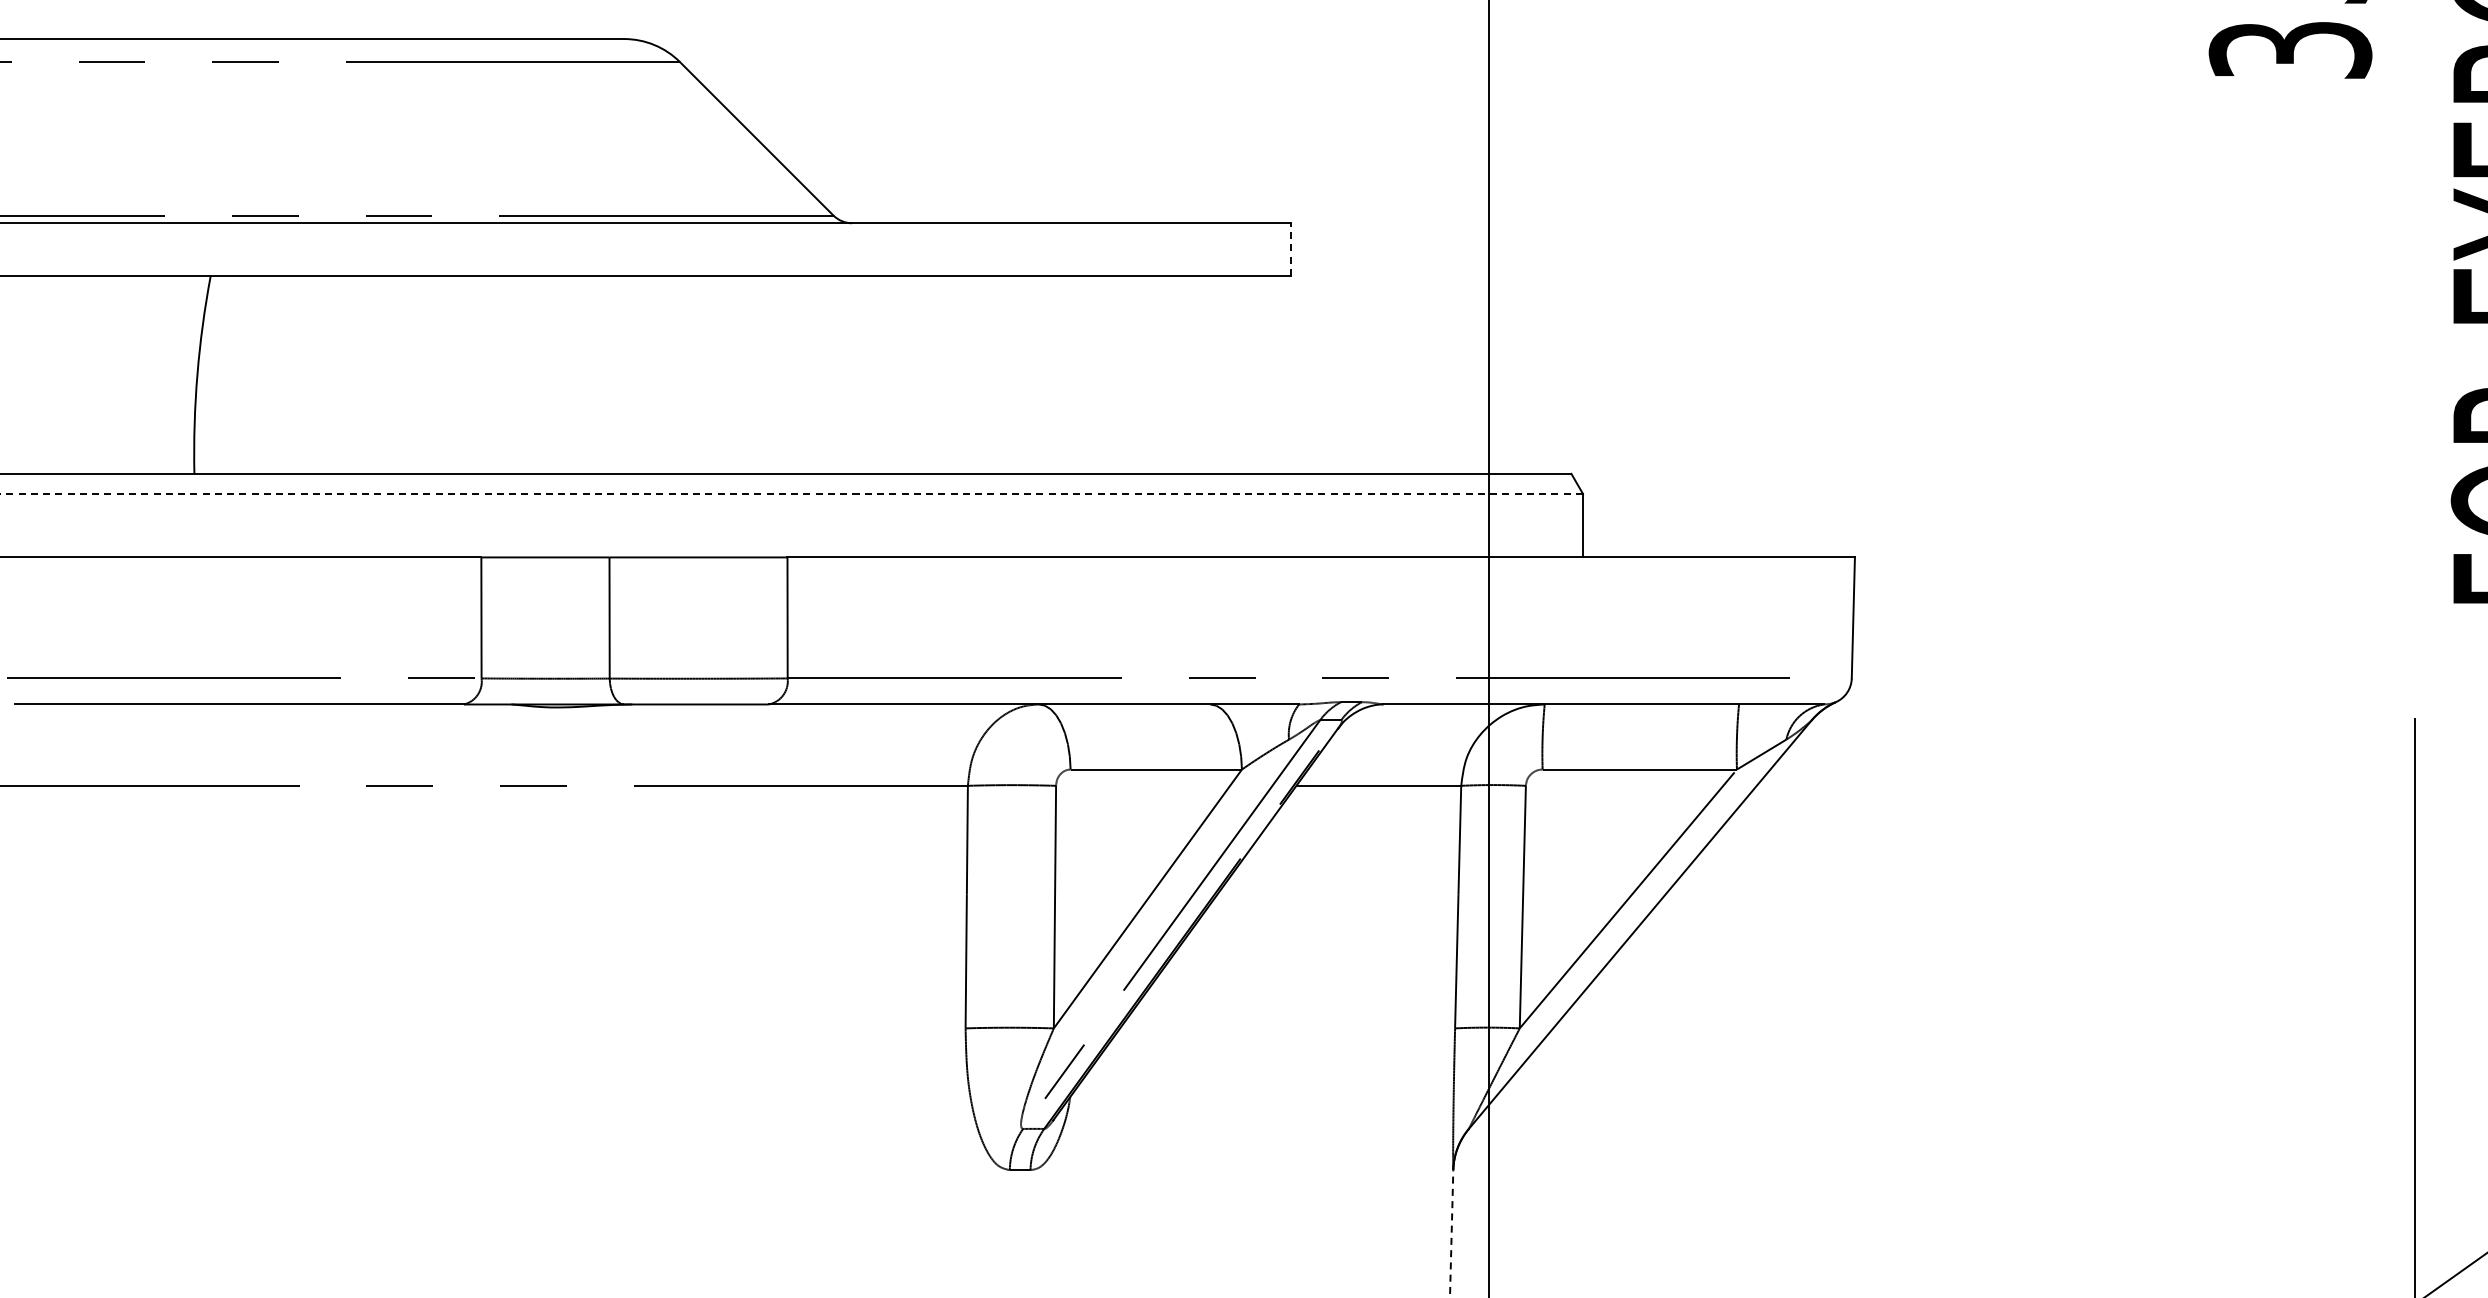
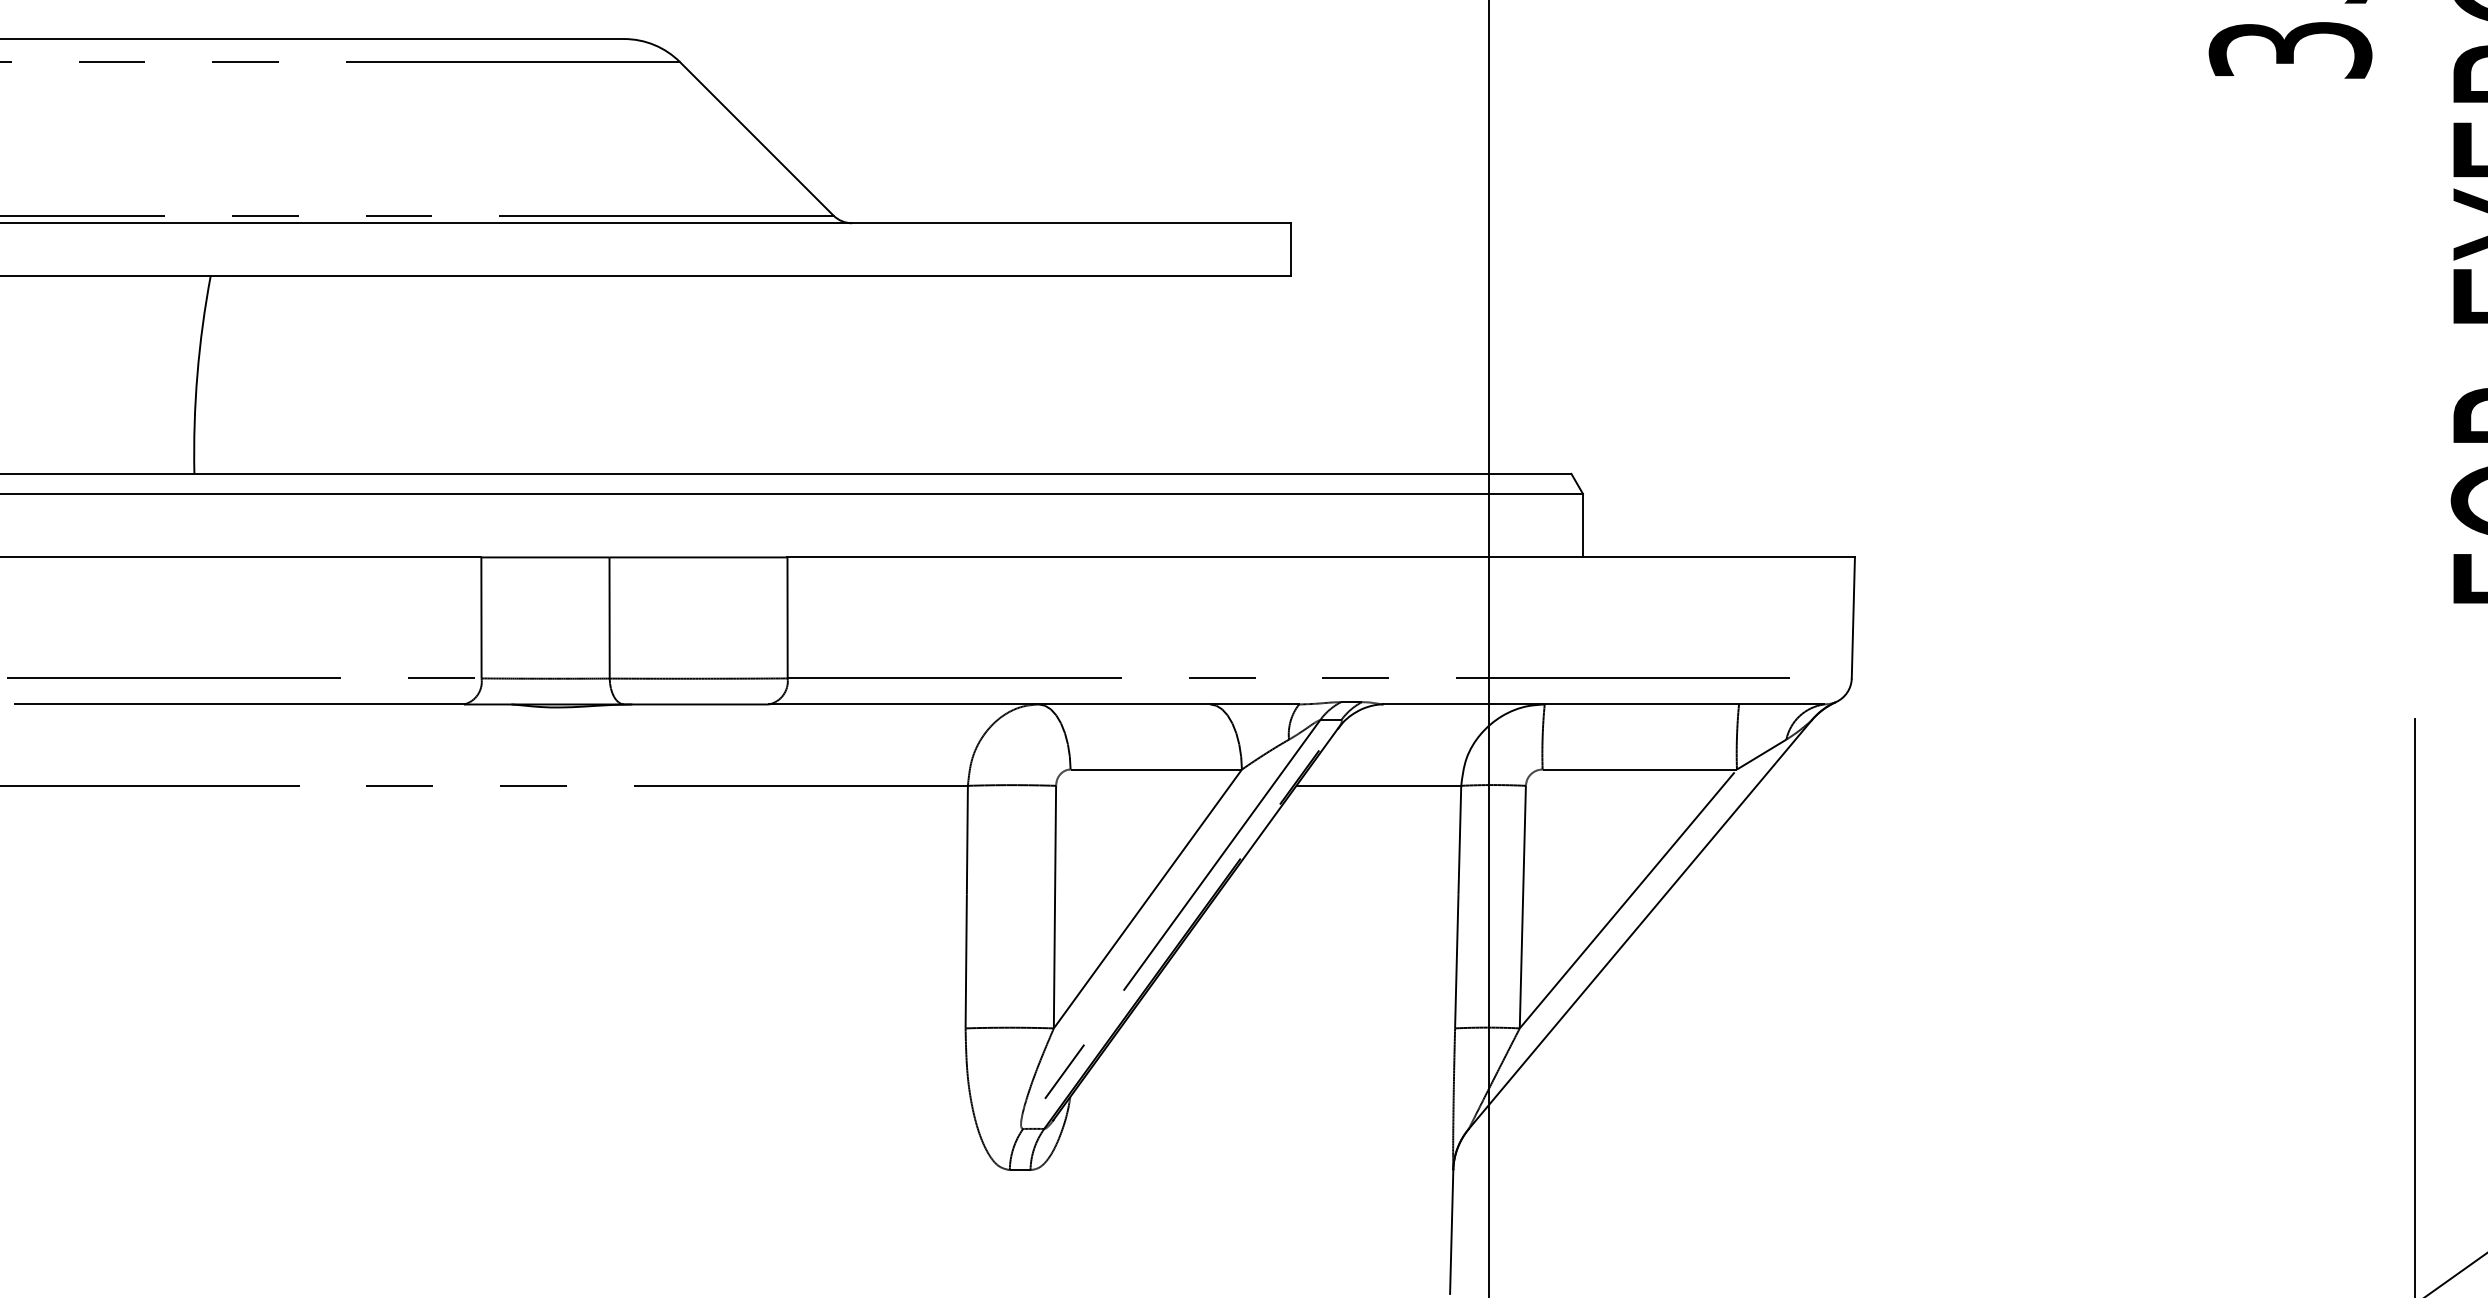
line at (1290, 249): dashed -> solid
line at (791, 493): dashed -> solid
line at (1451, 1232): dashed -> solid
